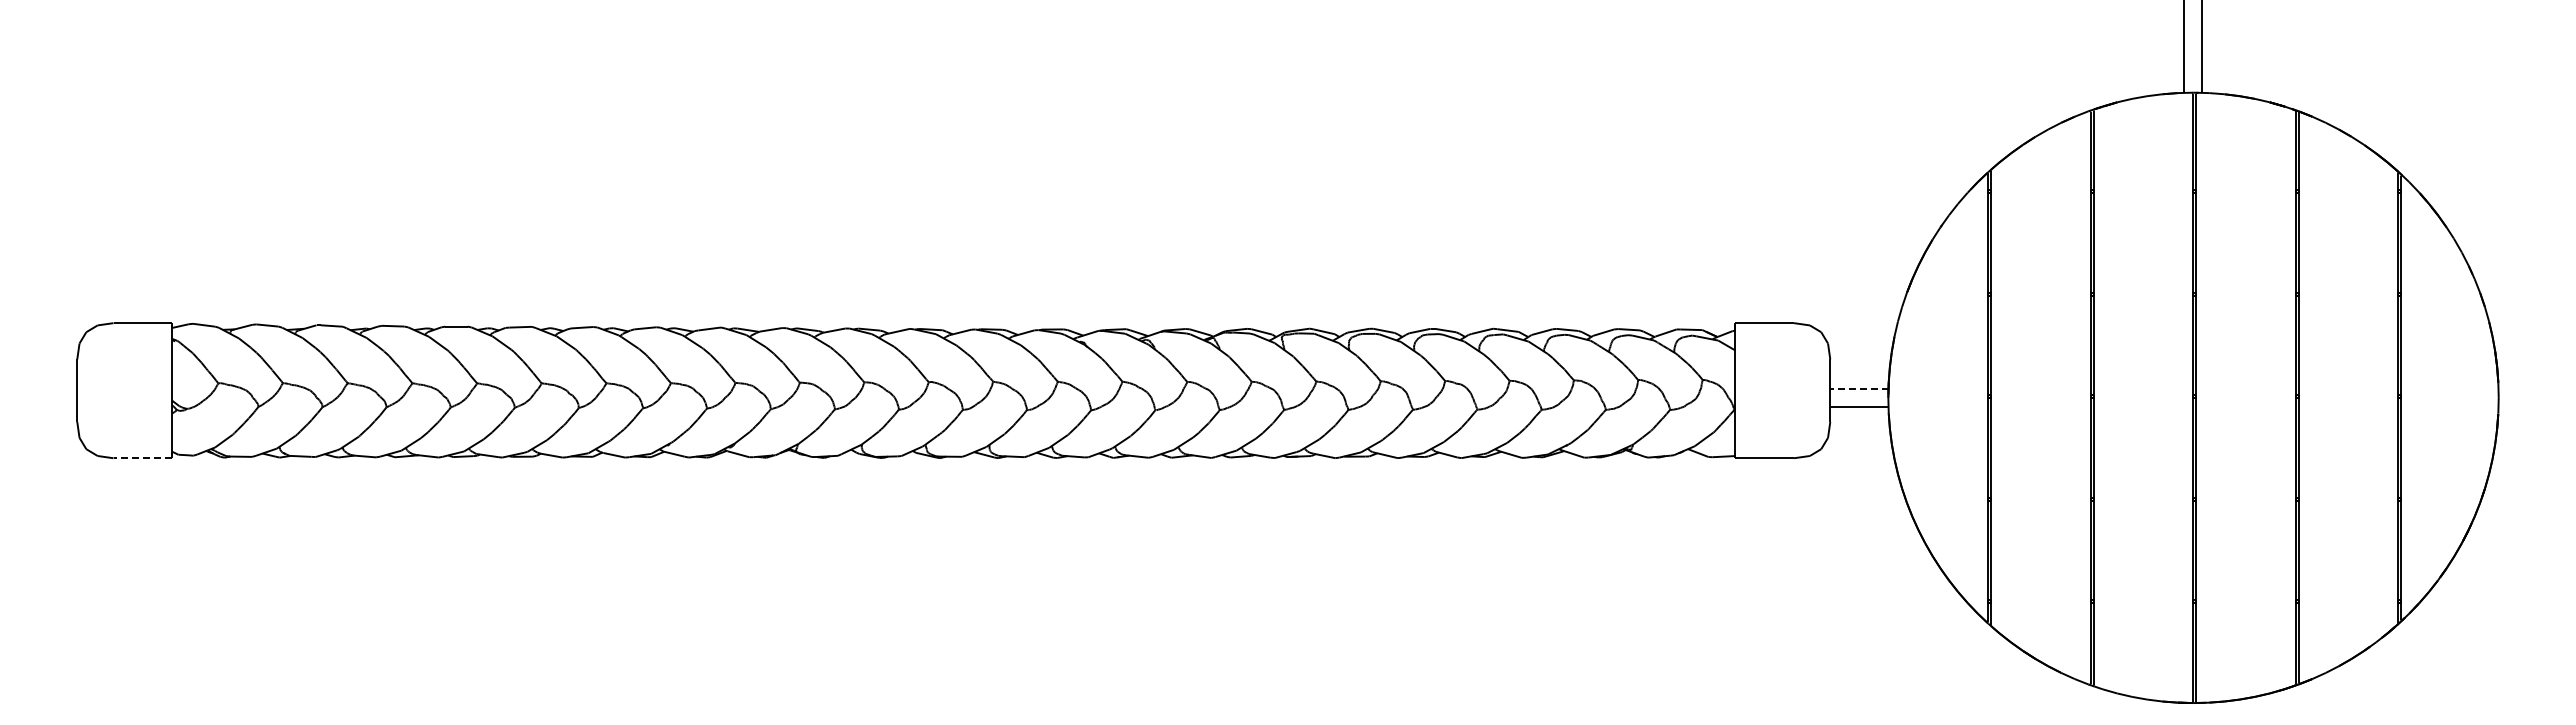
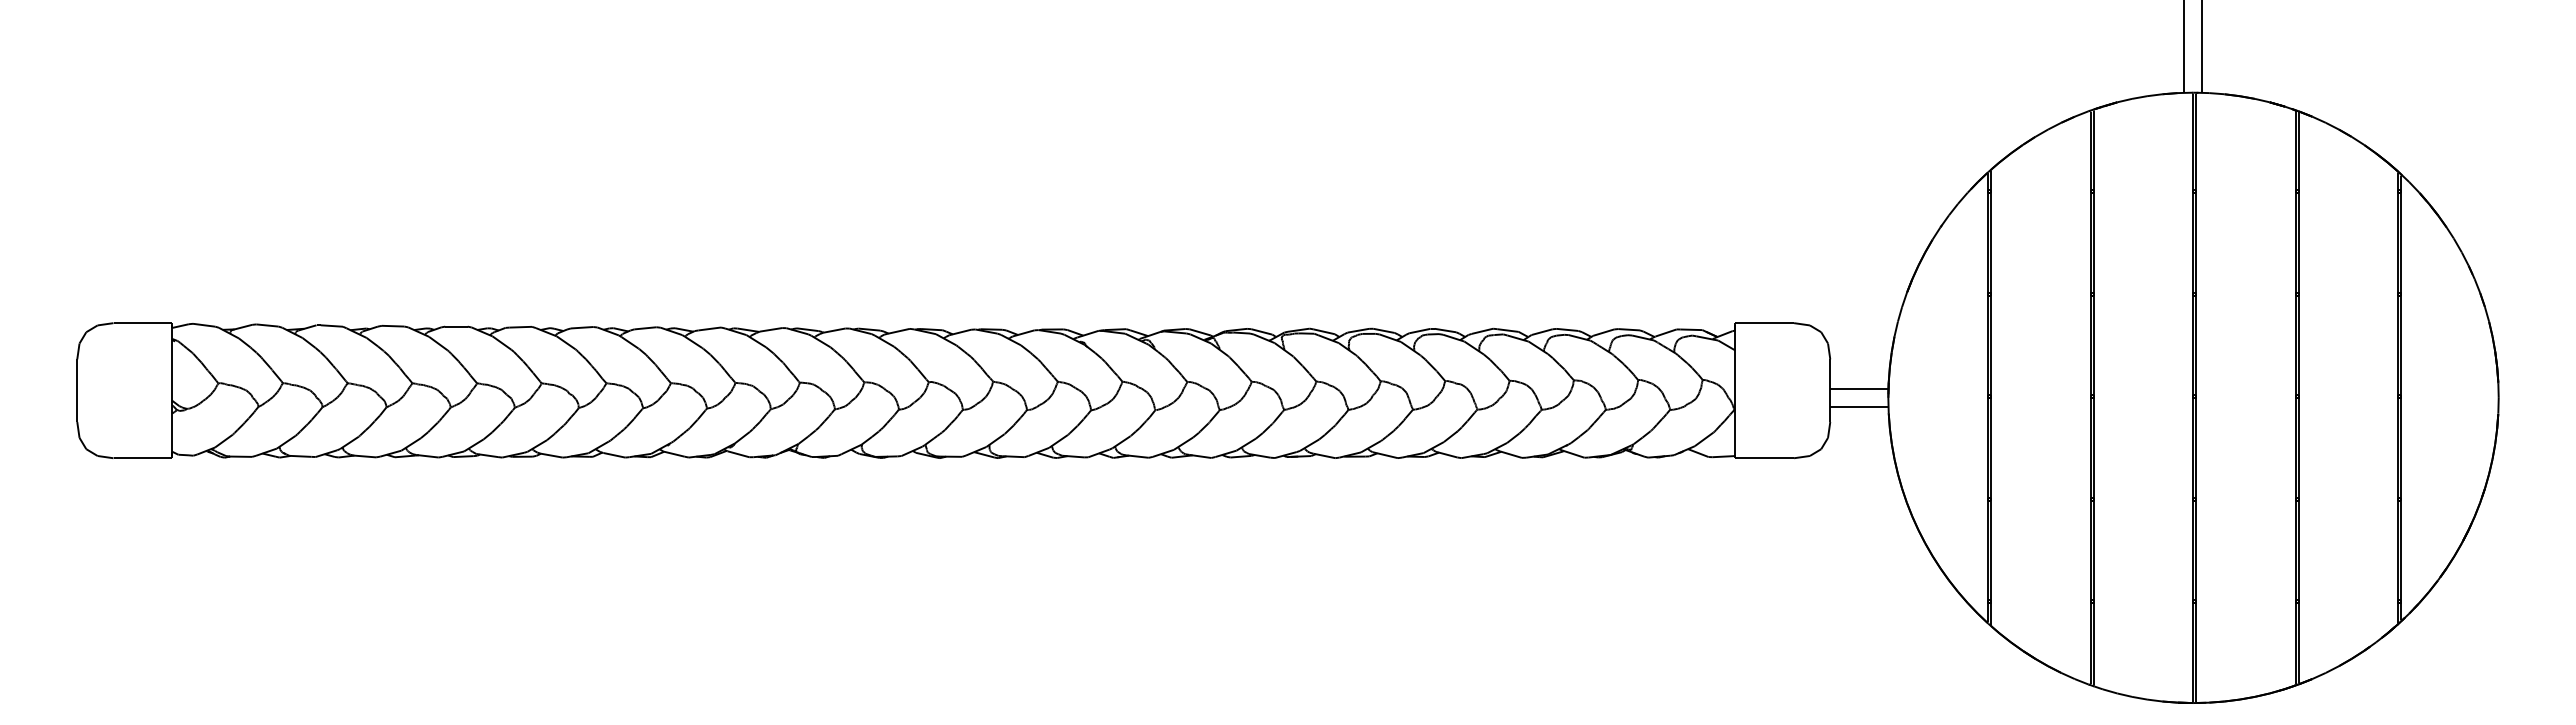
line at (1858, 389): dashed -> solid
line at (142, 458): dashed -> solid
